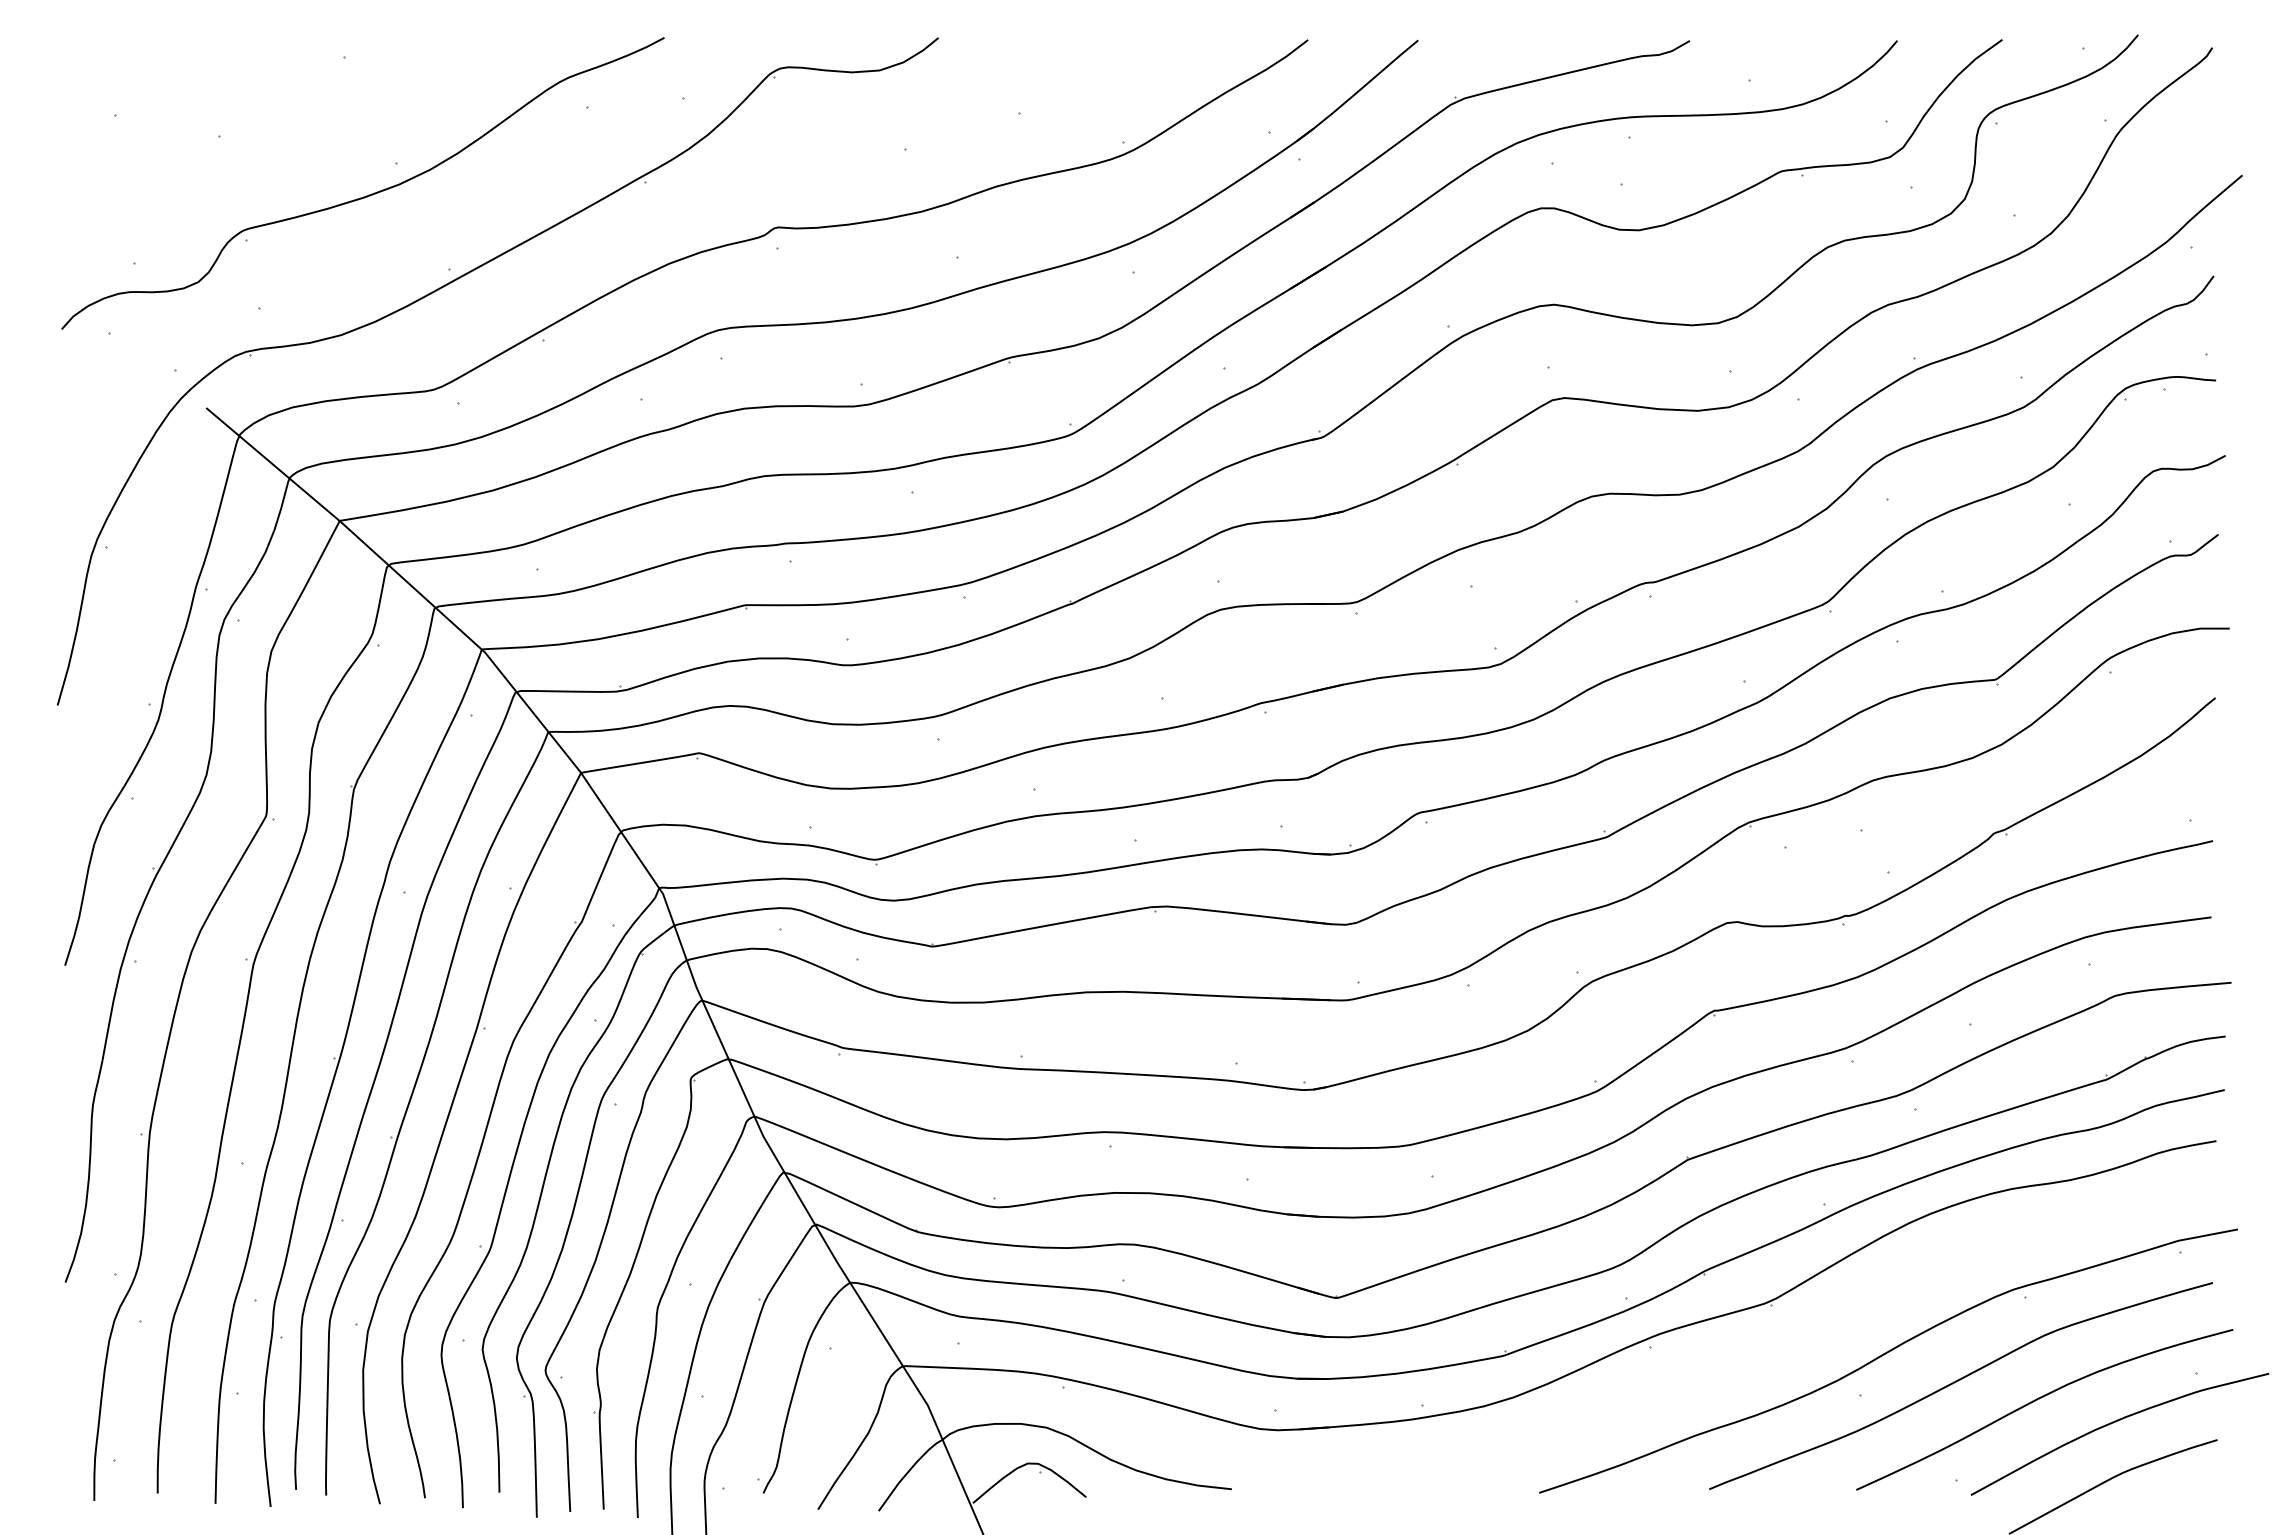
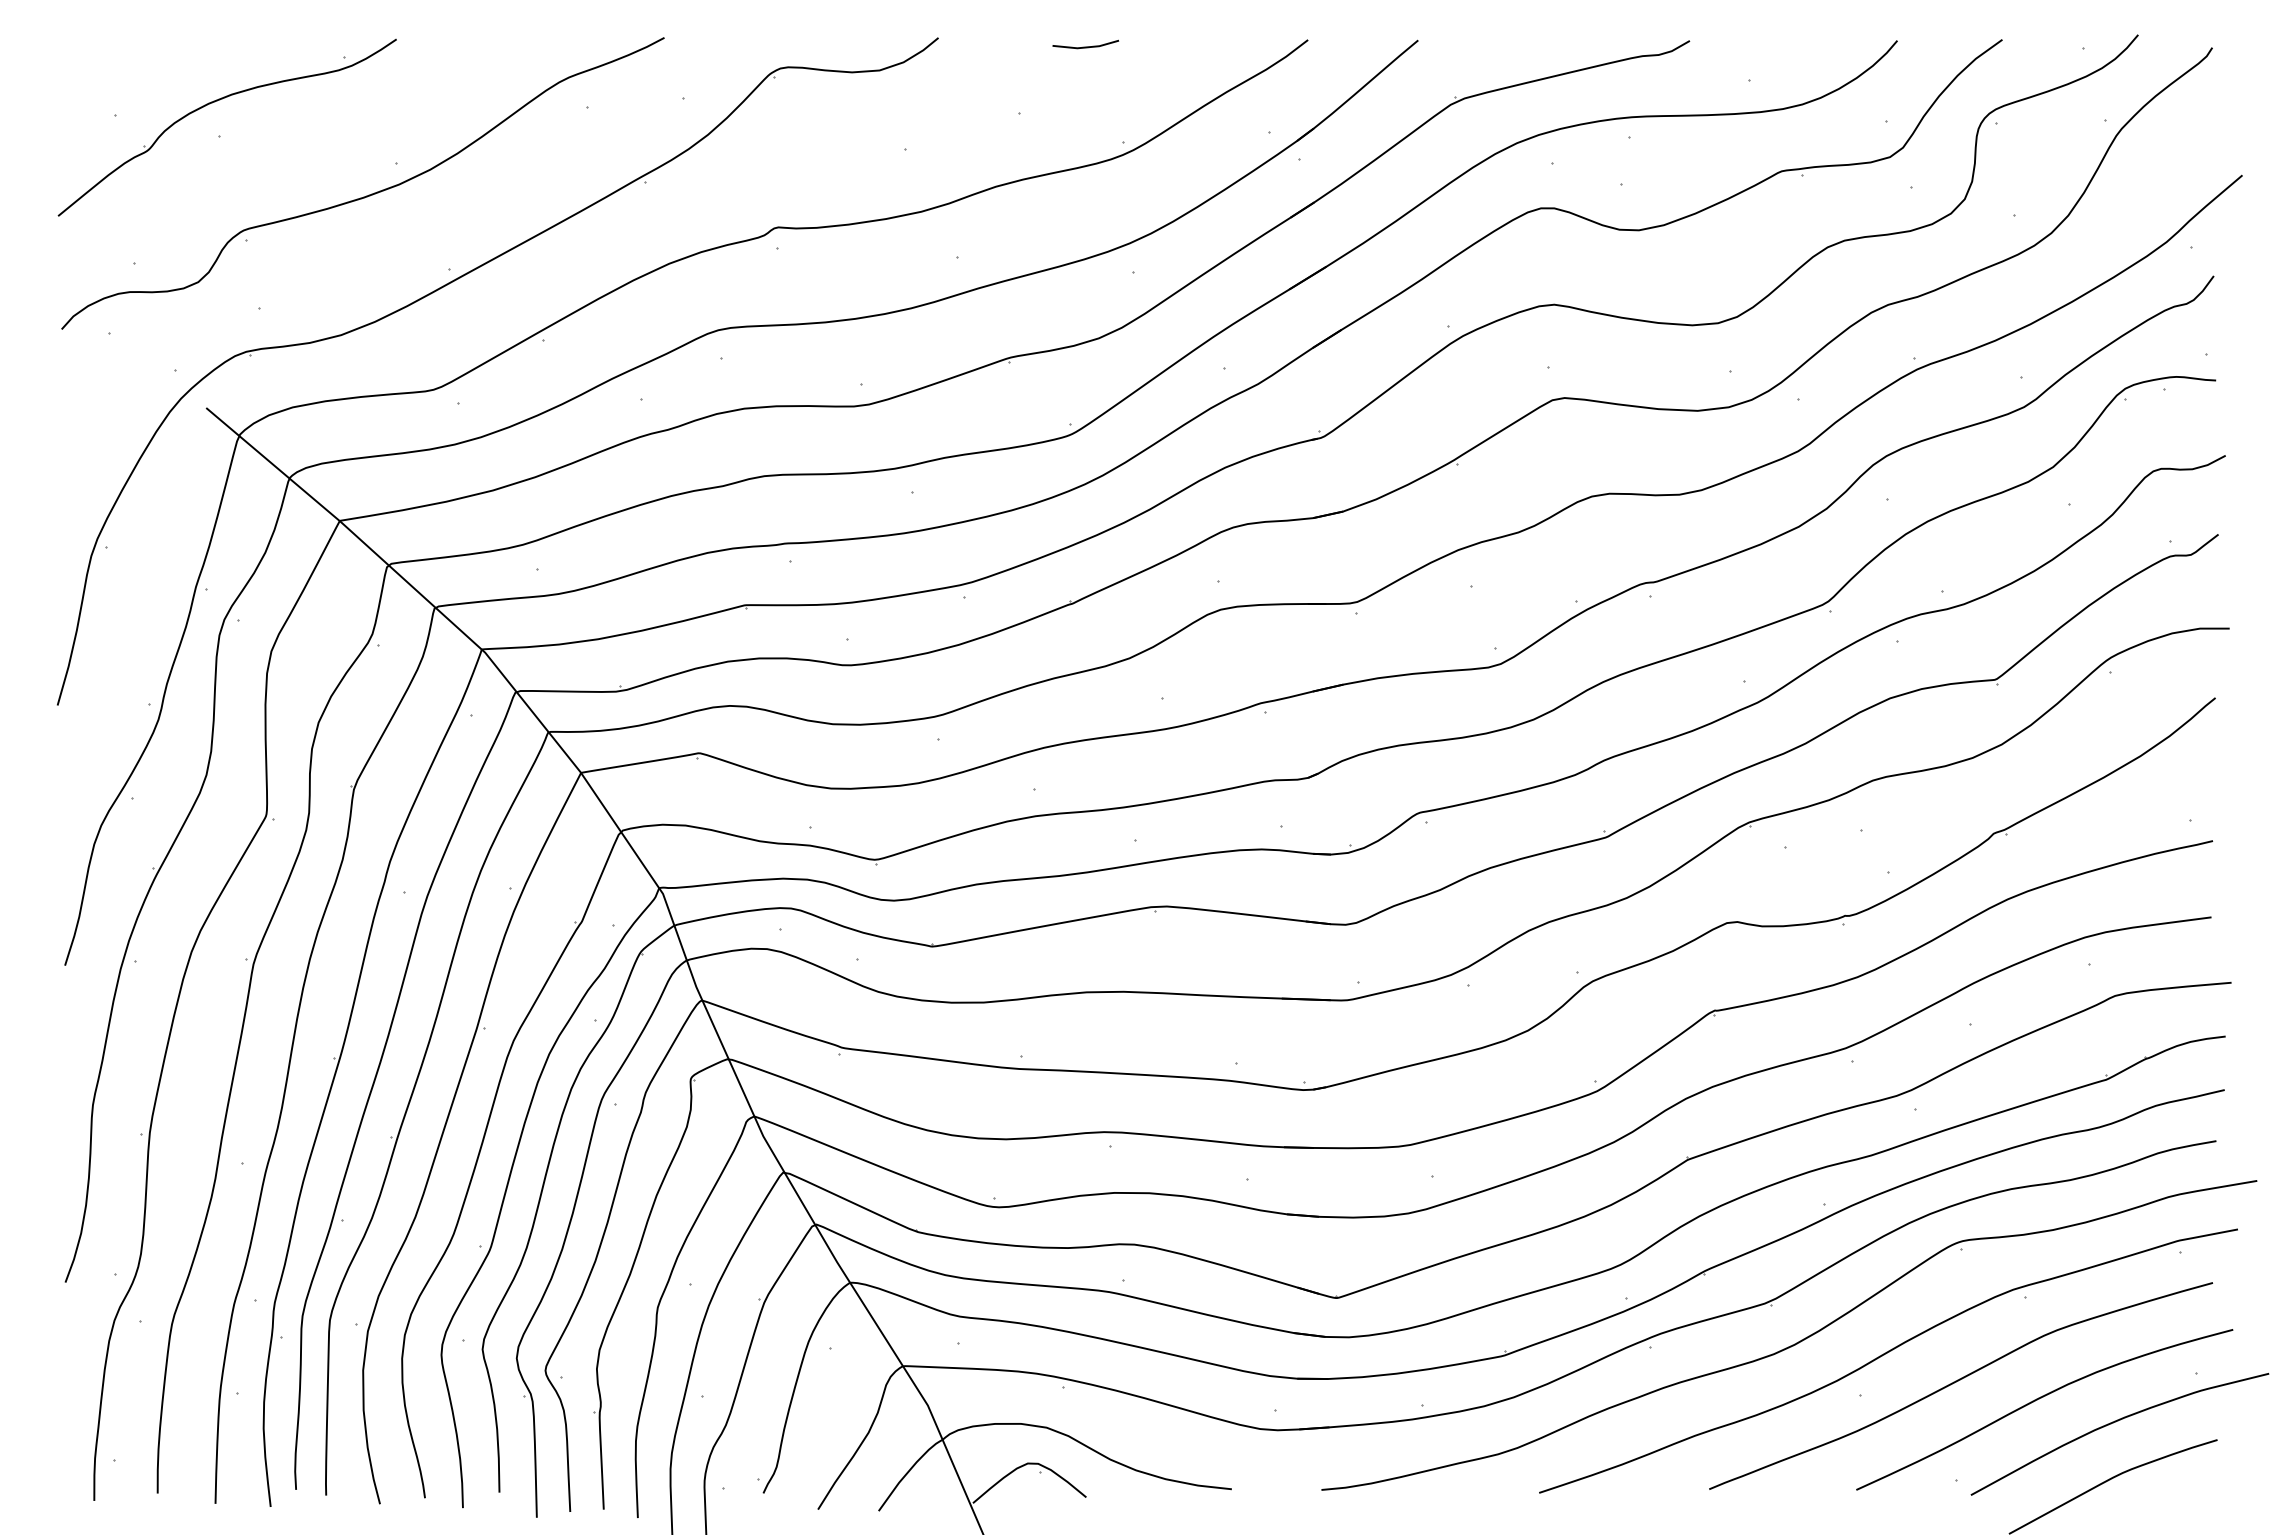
line at (1085, 46): none -> present
part at (217, 101): none -> present
part at (1794, 1343): none -> present
